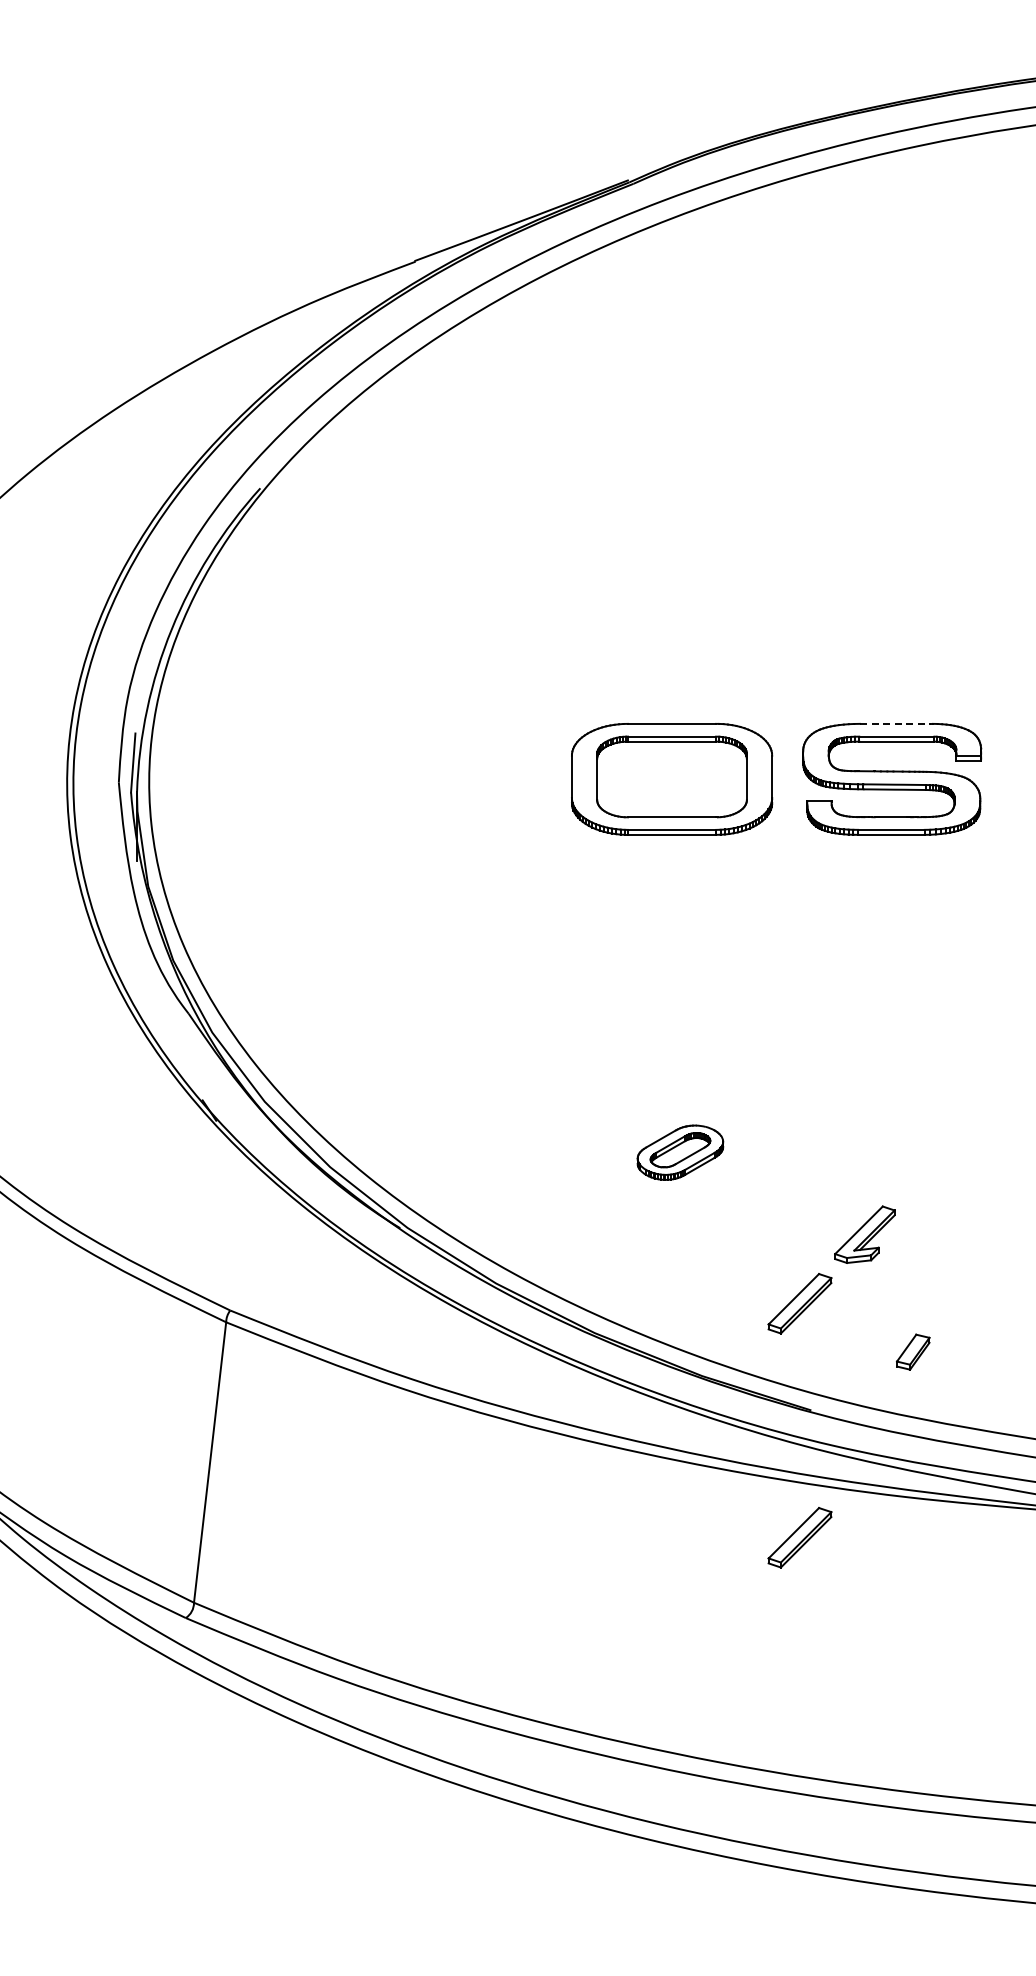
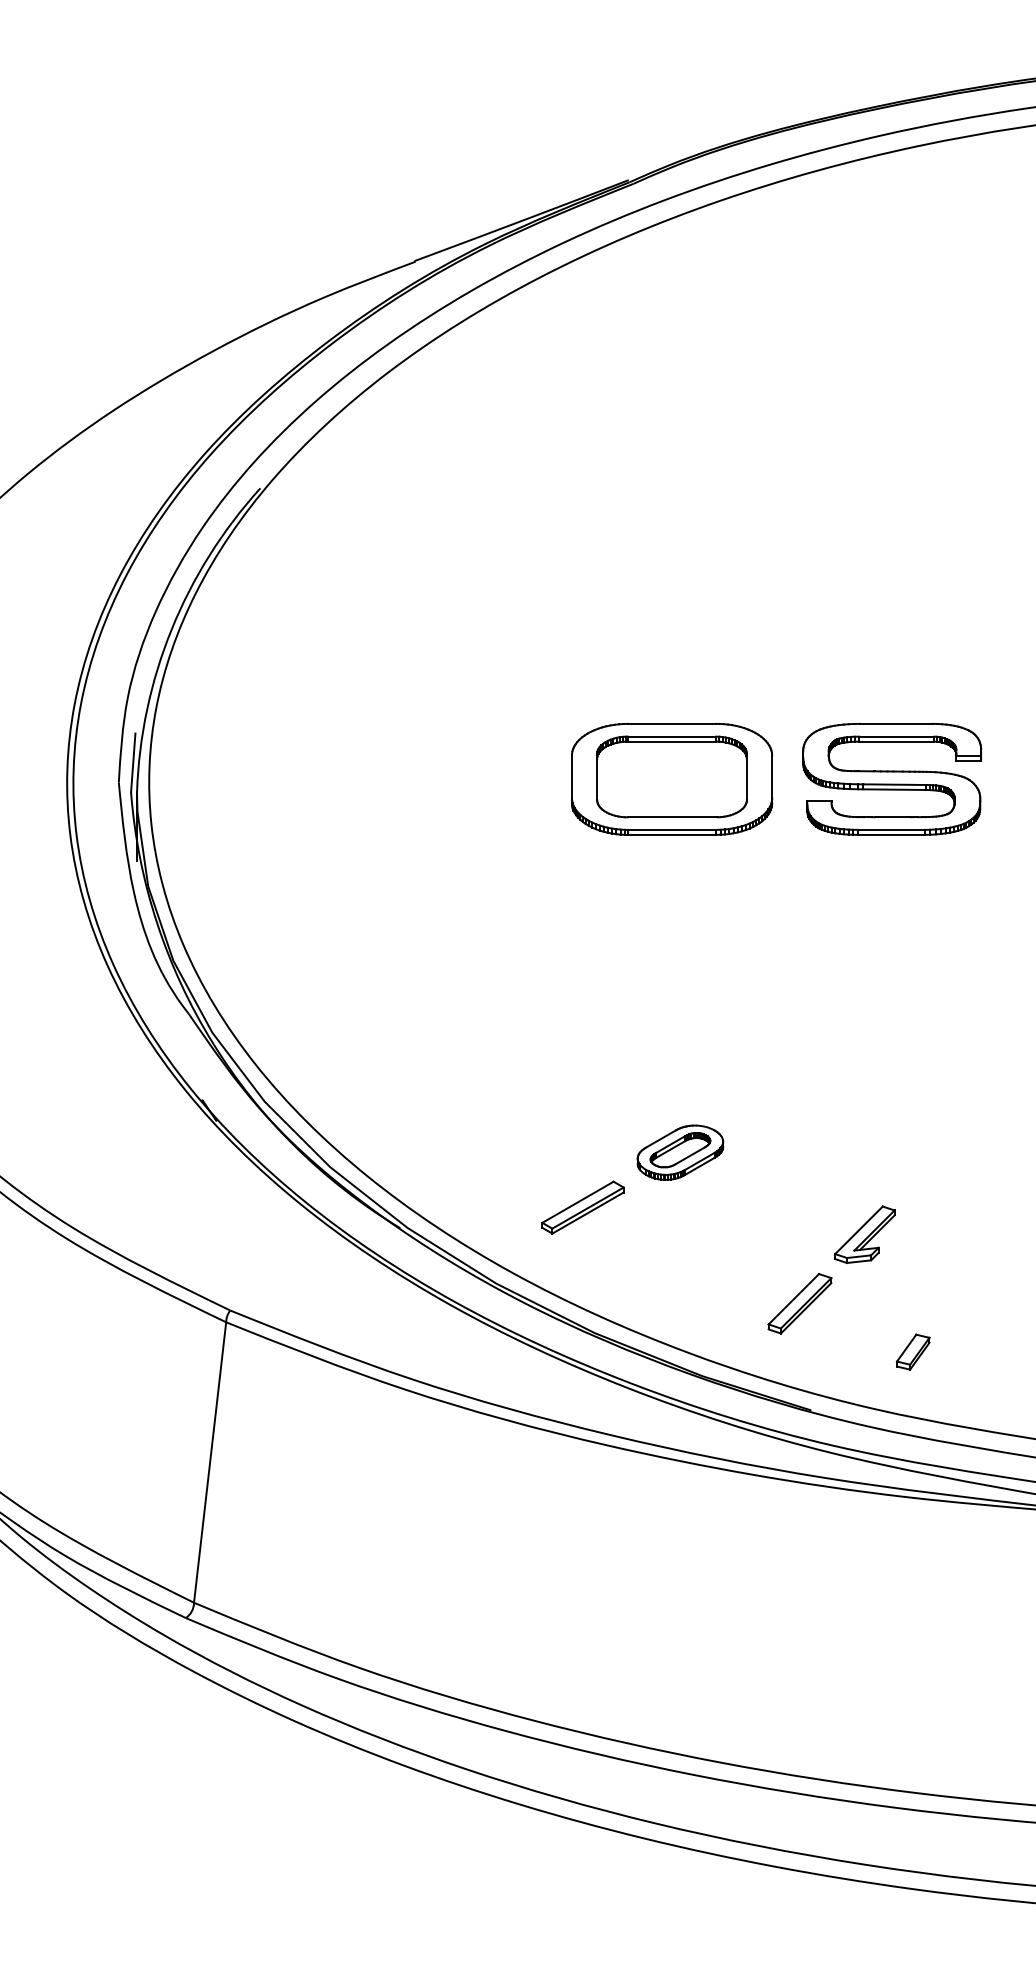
line at (895, 723): dashed -> solid
part at (582, 1207): none -> present
part at (799, 1537): present -> none
